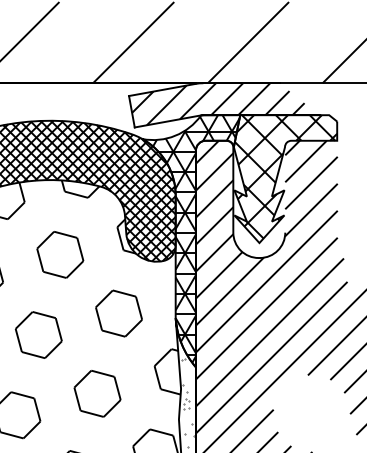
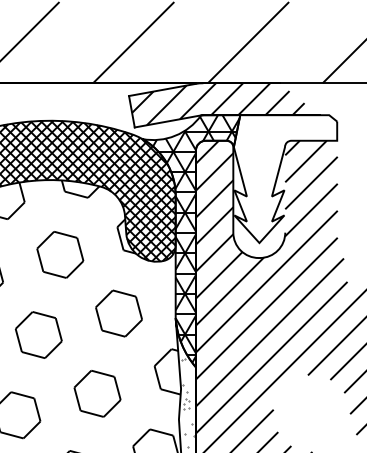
hatch at (285, 176): present -> none
